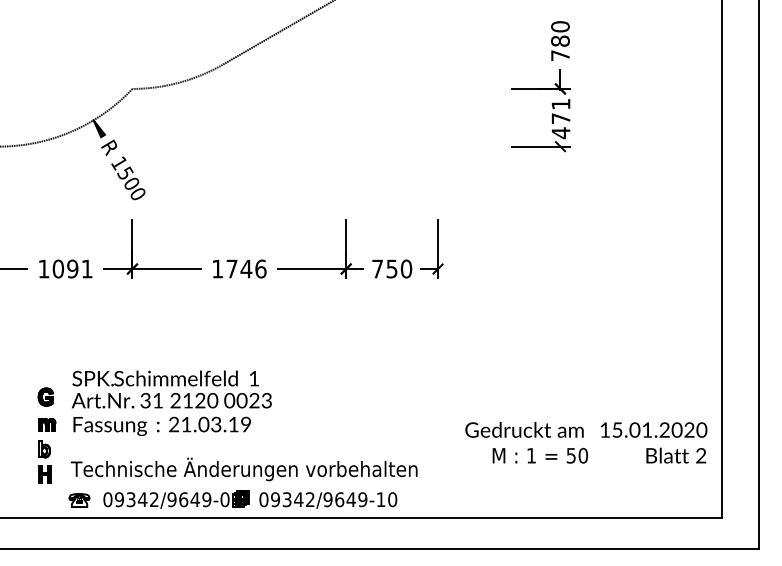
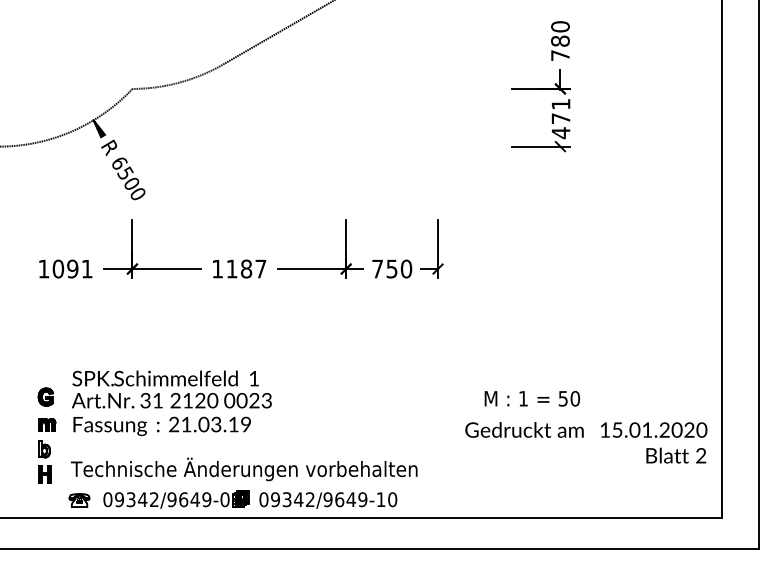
text at (119, 163): 1500 -> 6500
text at (246, 268): 1746 -> 1187
line at (14, 269): present -> none
text at (540, 455) position: (540, 455) -> (532, 398)
